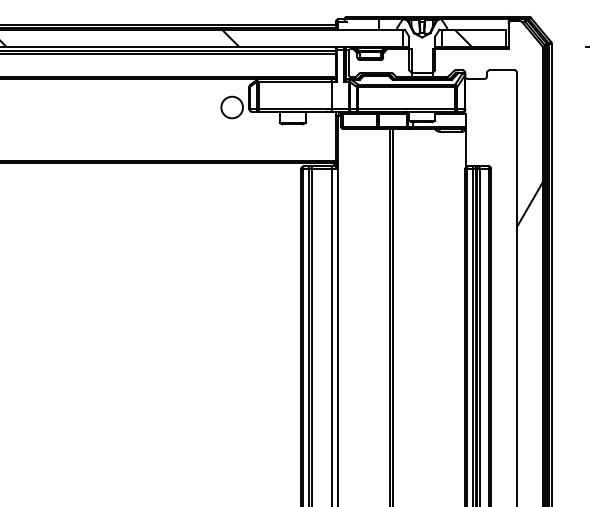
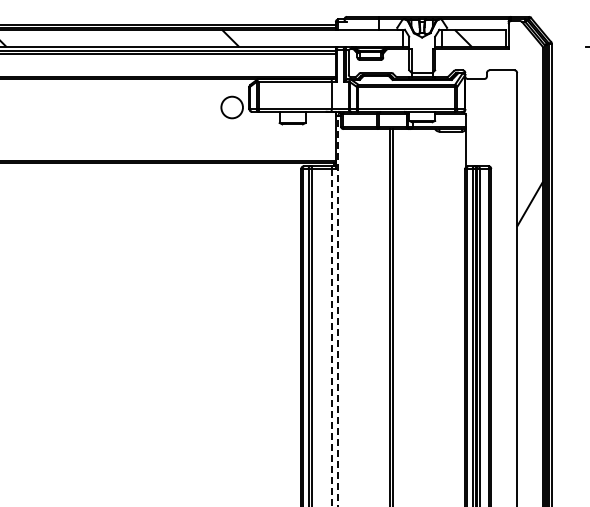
line at (338, 311): solid -> dashed
line at (332, 337): solid -> dashed
